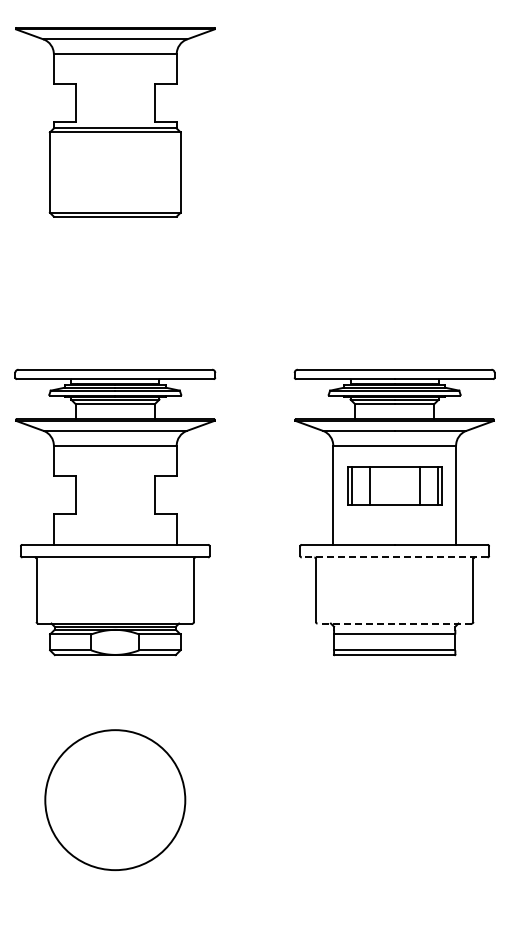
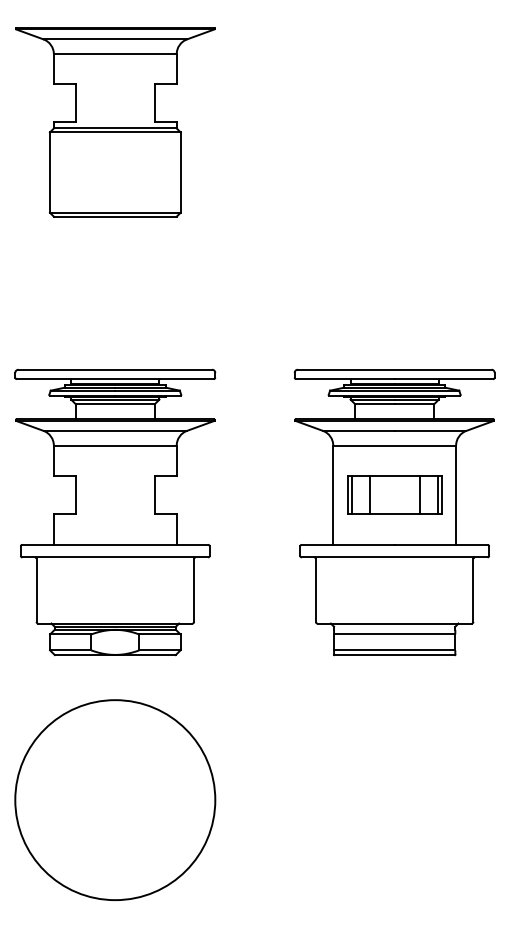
part at (394, 485) position: (394, 485) -> (394, 494)
line at (394, 557): dashed -> solid
line at (394, 623): dashed -> solid
circle at (115, 800) diameter: 140 px -> 200 px
